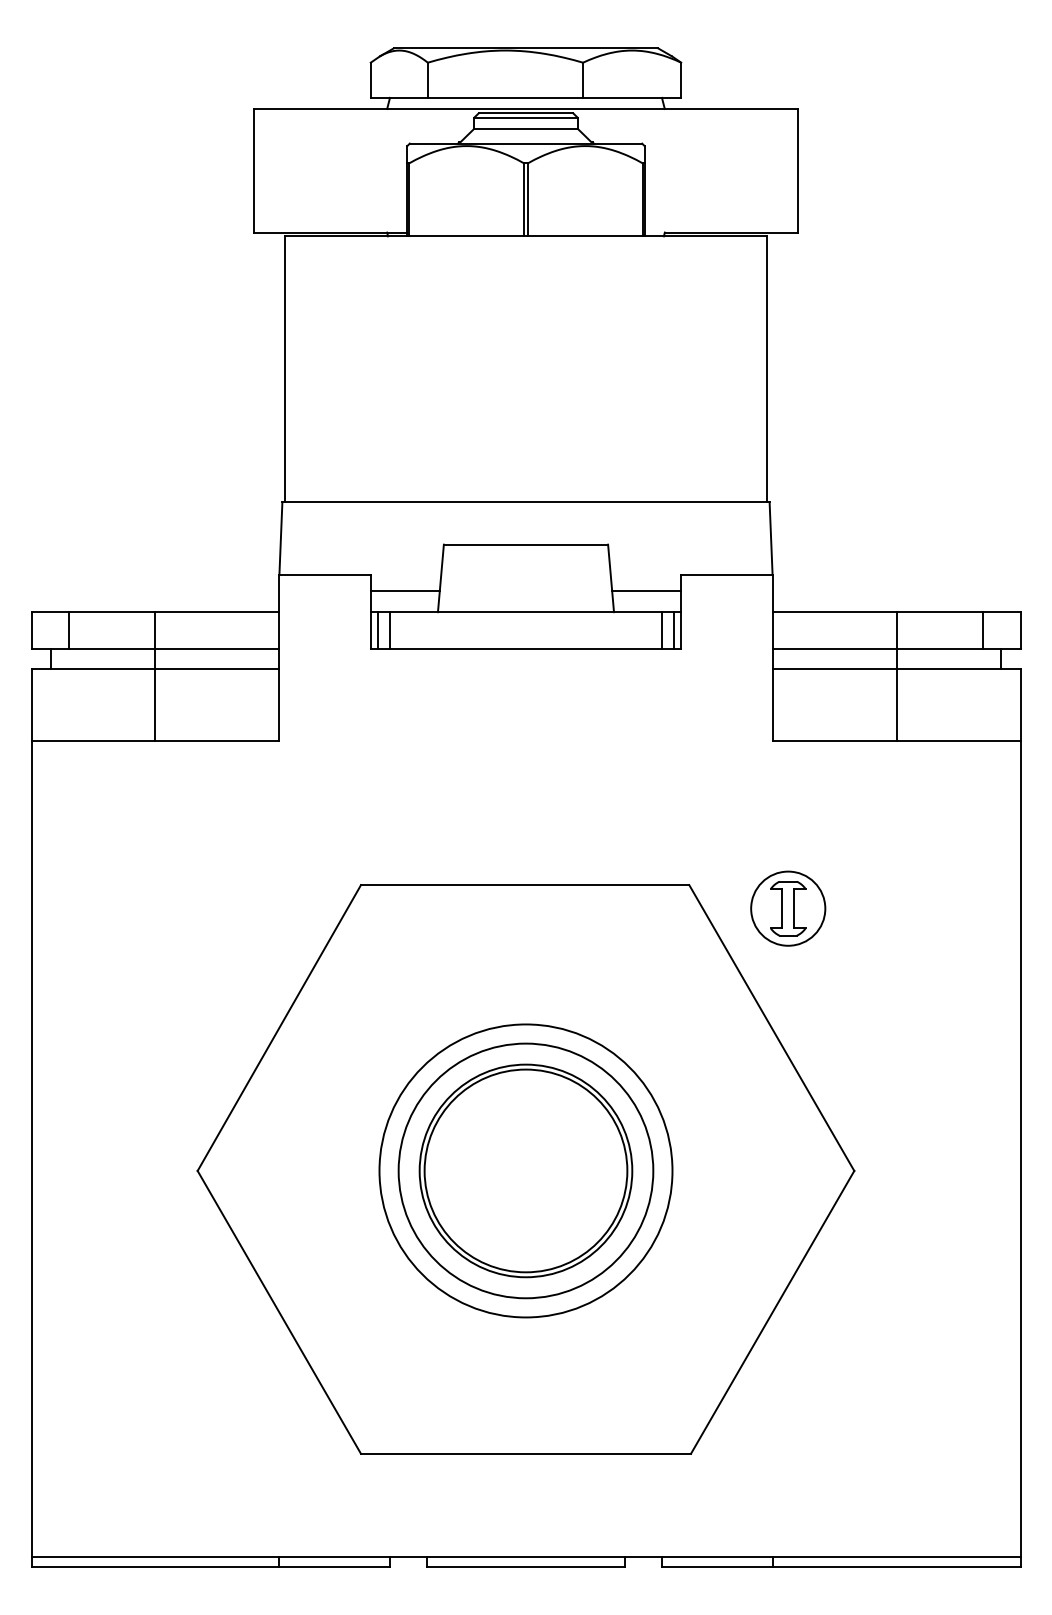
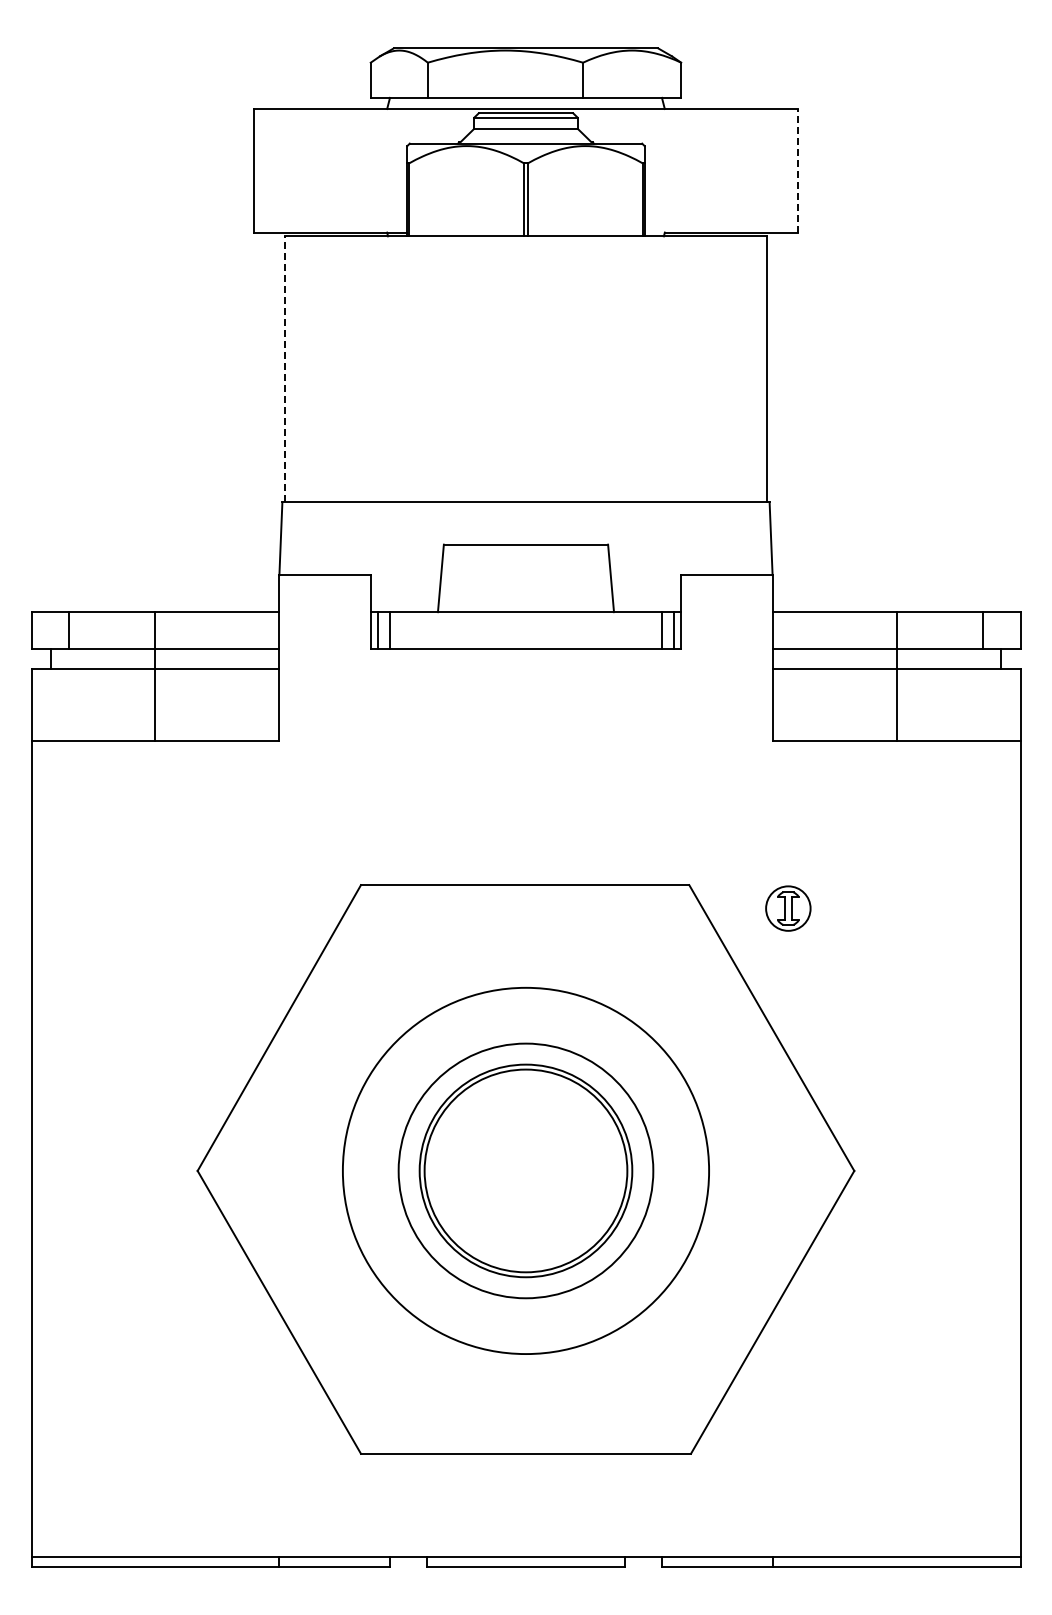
line at (797, 170): solid -> dashed
line at (284, 369): solid -> dashed
line at (404, 591): present -> none
line at (646, 591): present -> none
part at (788, 908) size: 77x77 px -> 47x47 px
circle at (525, 1170) diameter: 293 px -> 366 px
